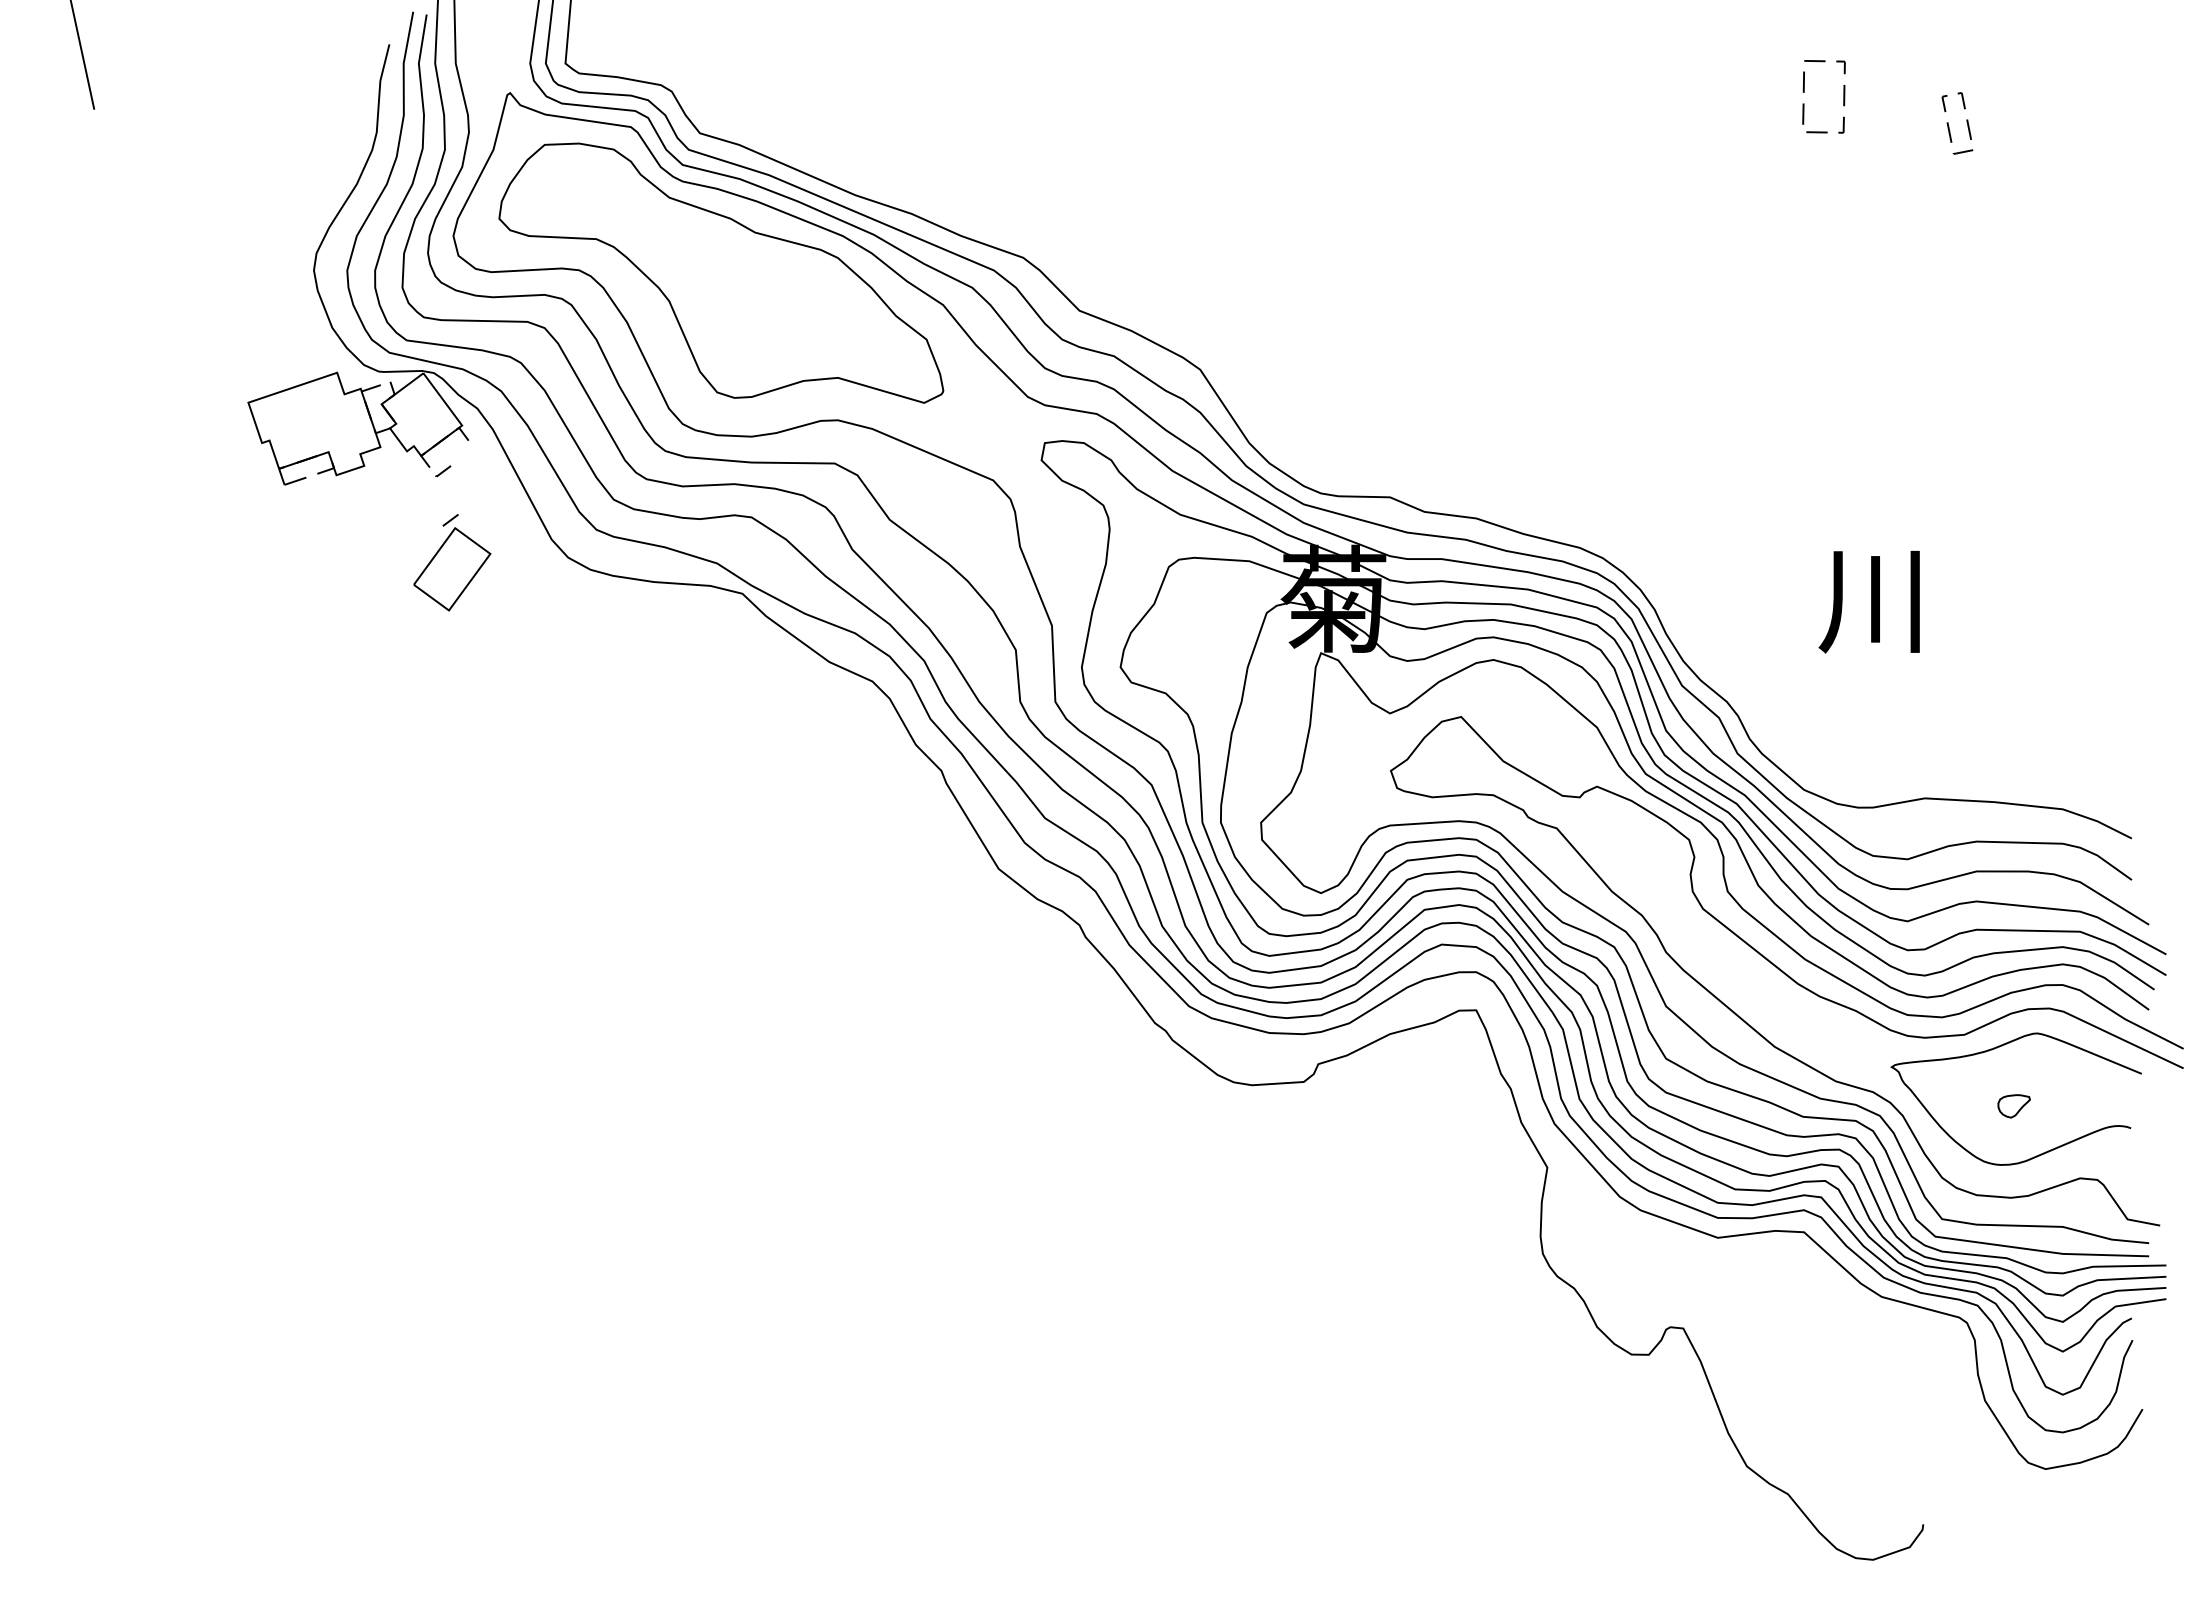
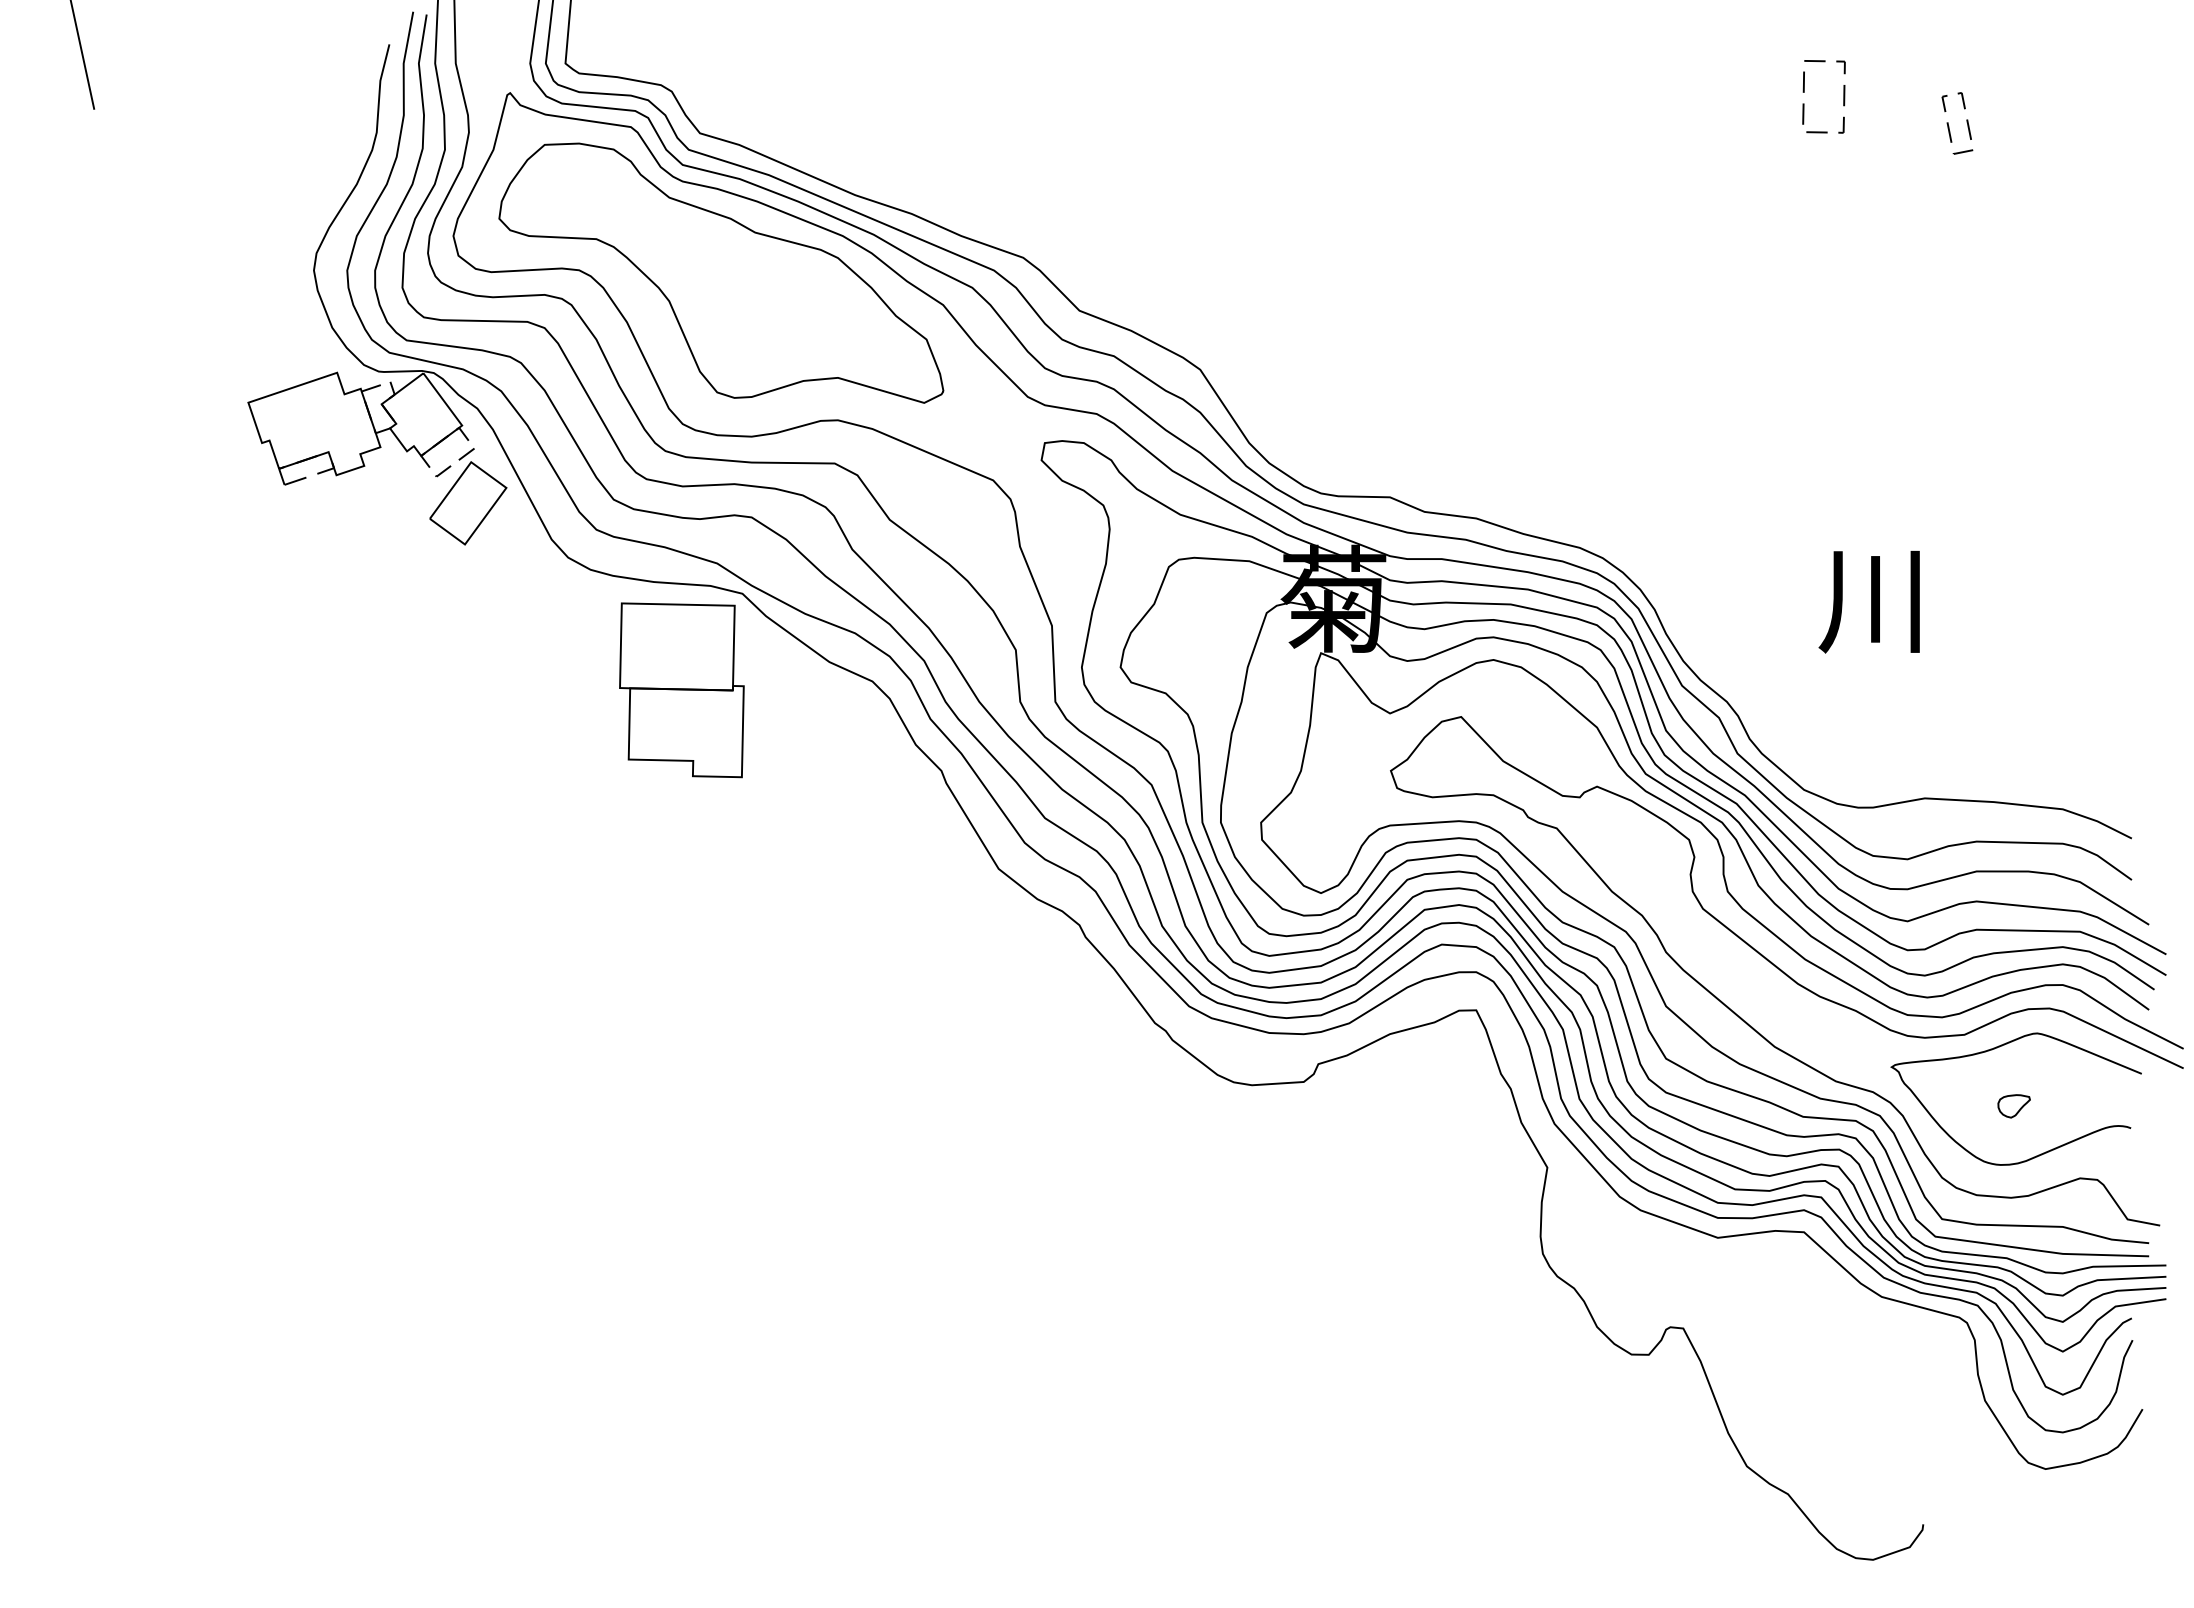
part at (452, 562) position: (452, 562) -> (468, 496)
part at (681, 690): none -> present
